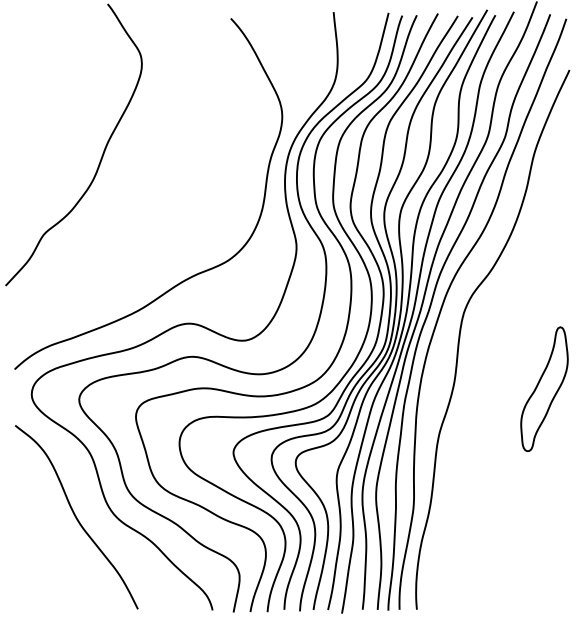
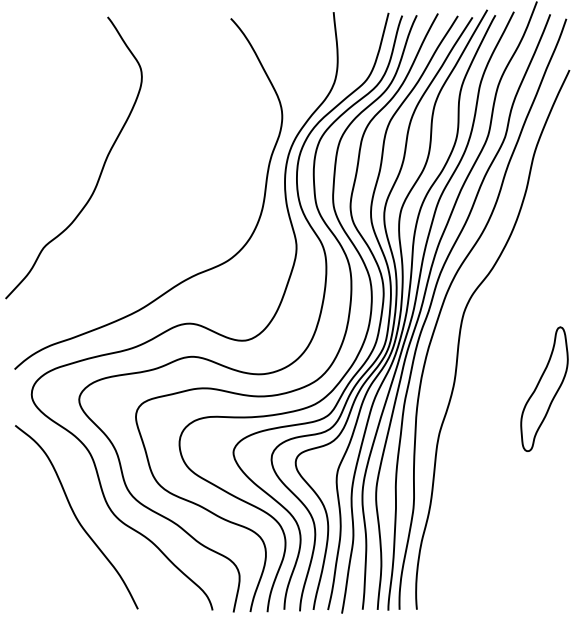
curve at (101, 155) position: (101, 155) -> (101, 168)
